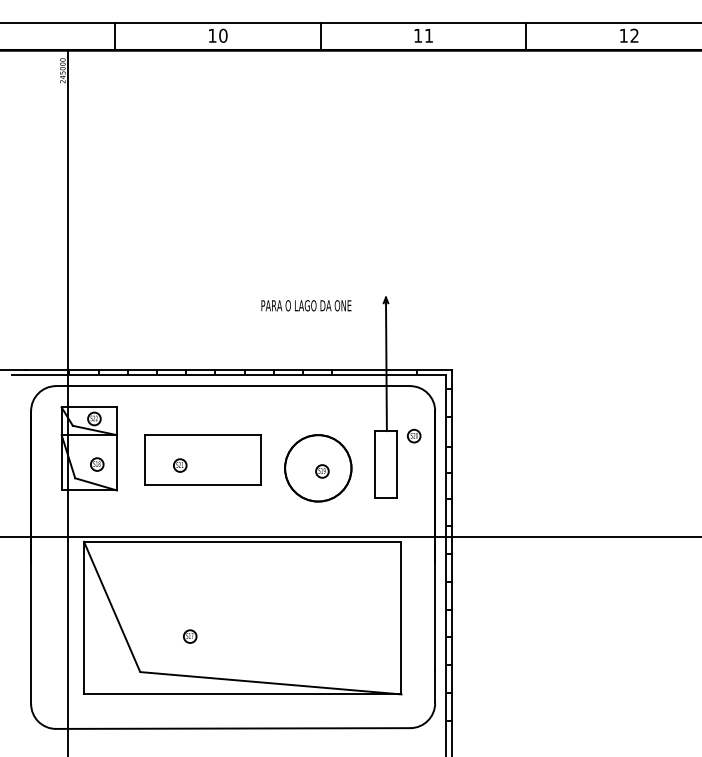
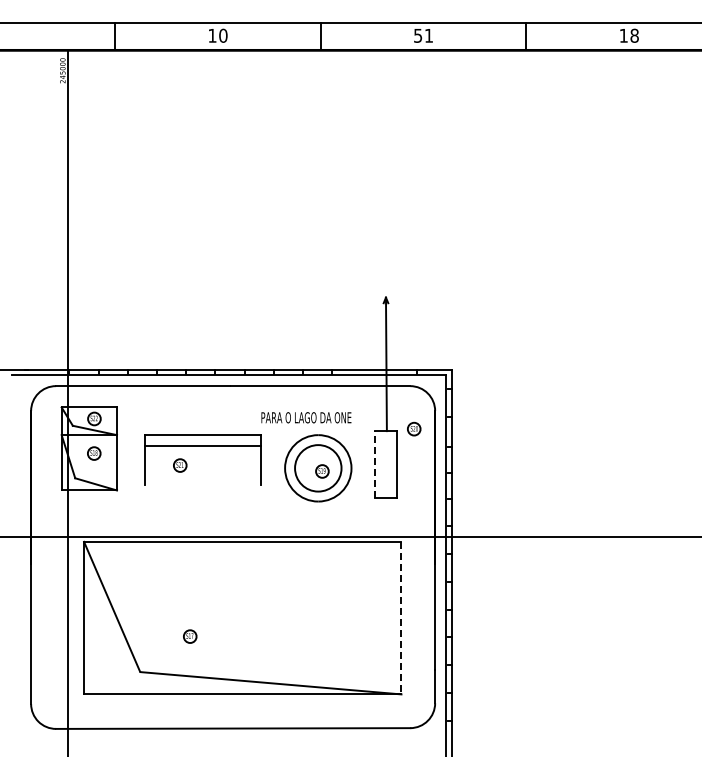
text at (418, 35): 11 -> 51
text at (634, 35): 12 -> 18
text at (306, 305) position: (306, 305) -> (306, 417)
part at (414, 435) position: (414, 435) -> (414, 428)
line at (375, 463): solid -> dashed
part at (97, 464) position: (97, 464) -> (94, 453)
circle at (318, 468) diameter: 66 px -> 46 px
line at (202, 484) position: (202, 484) -> (202, 445)
line at (400, 618): solid -> dashed
